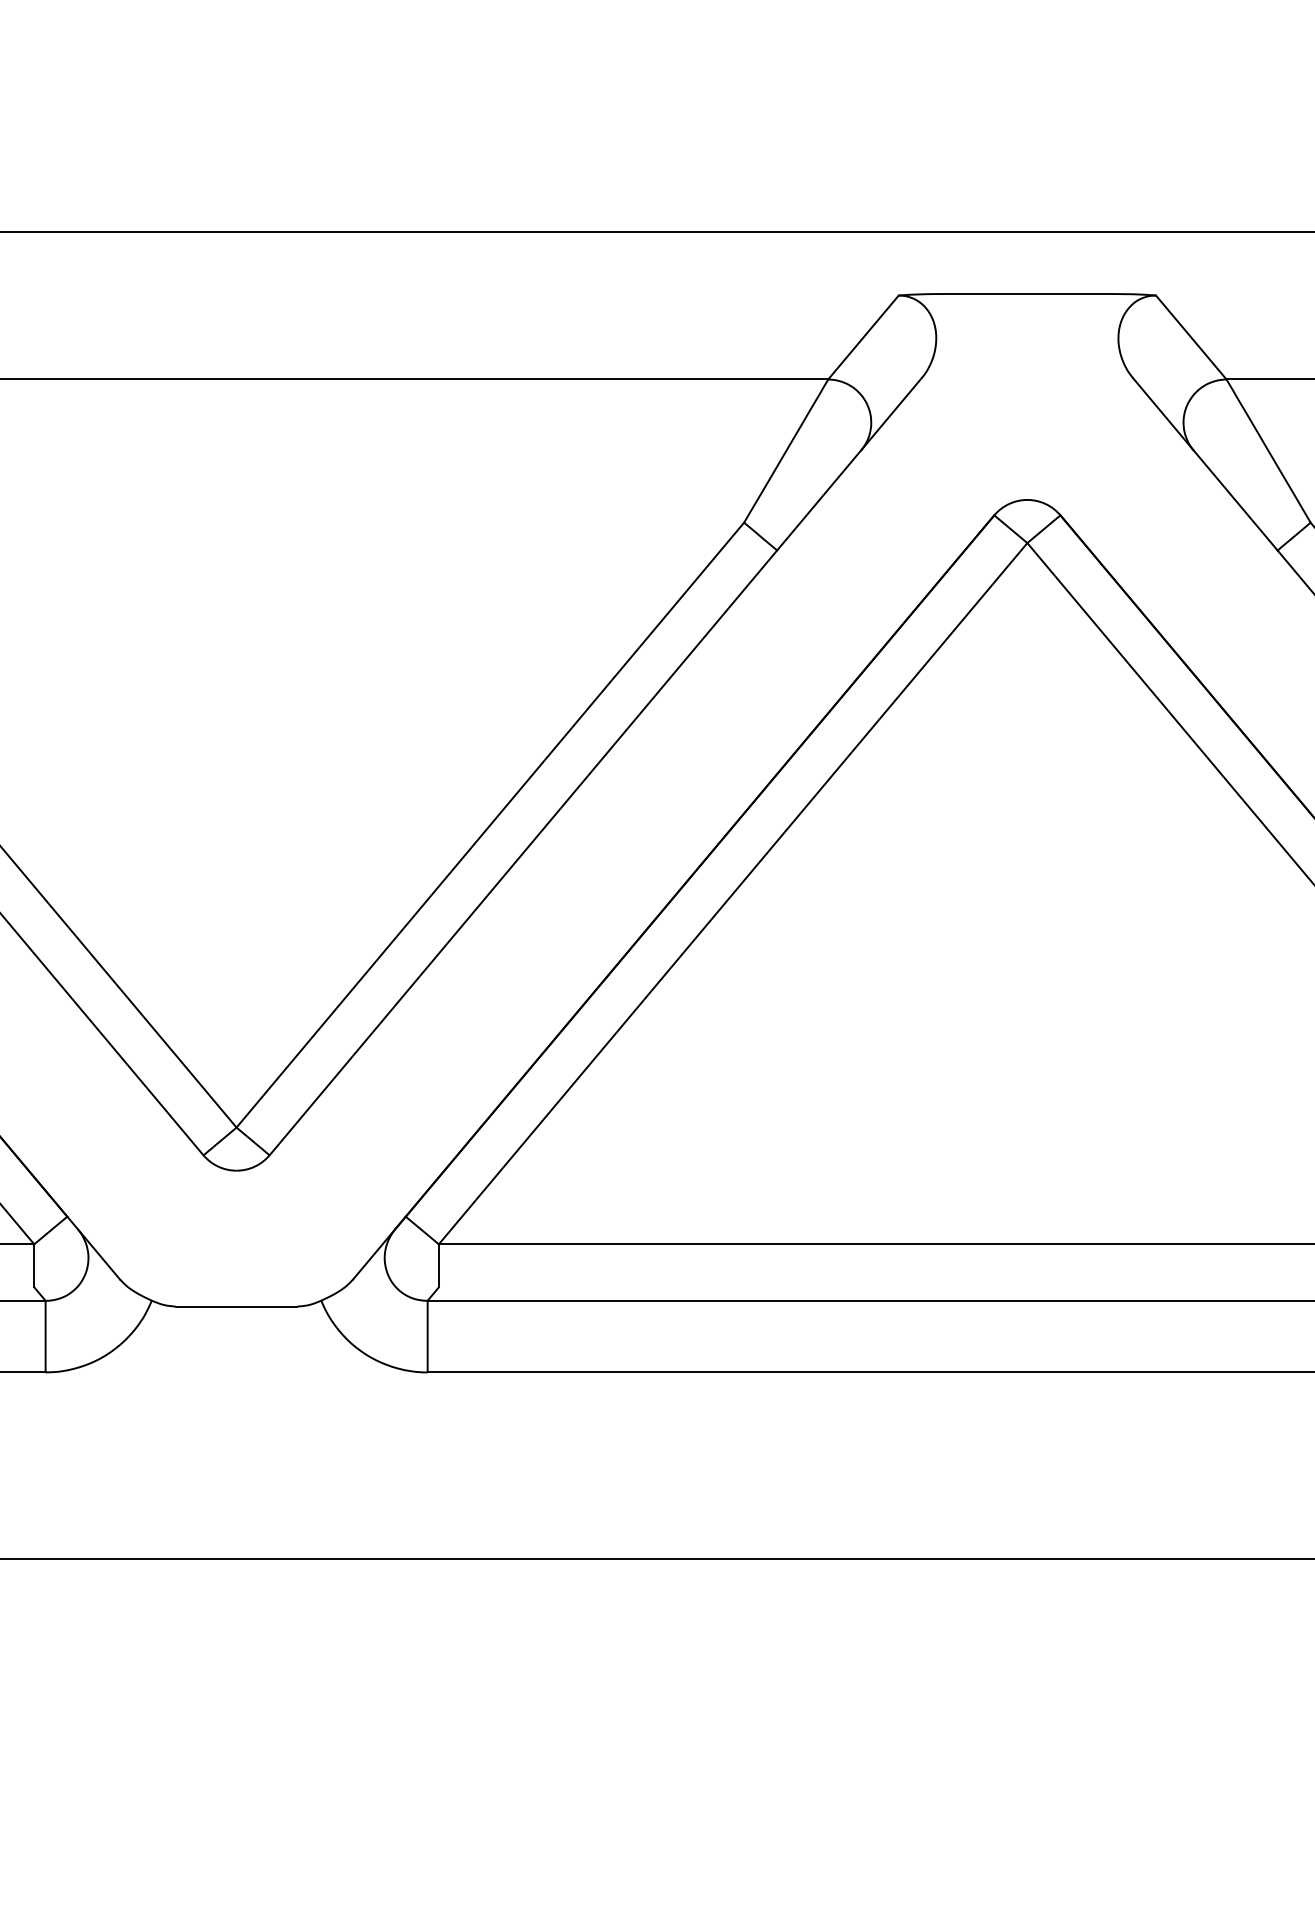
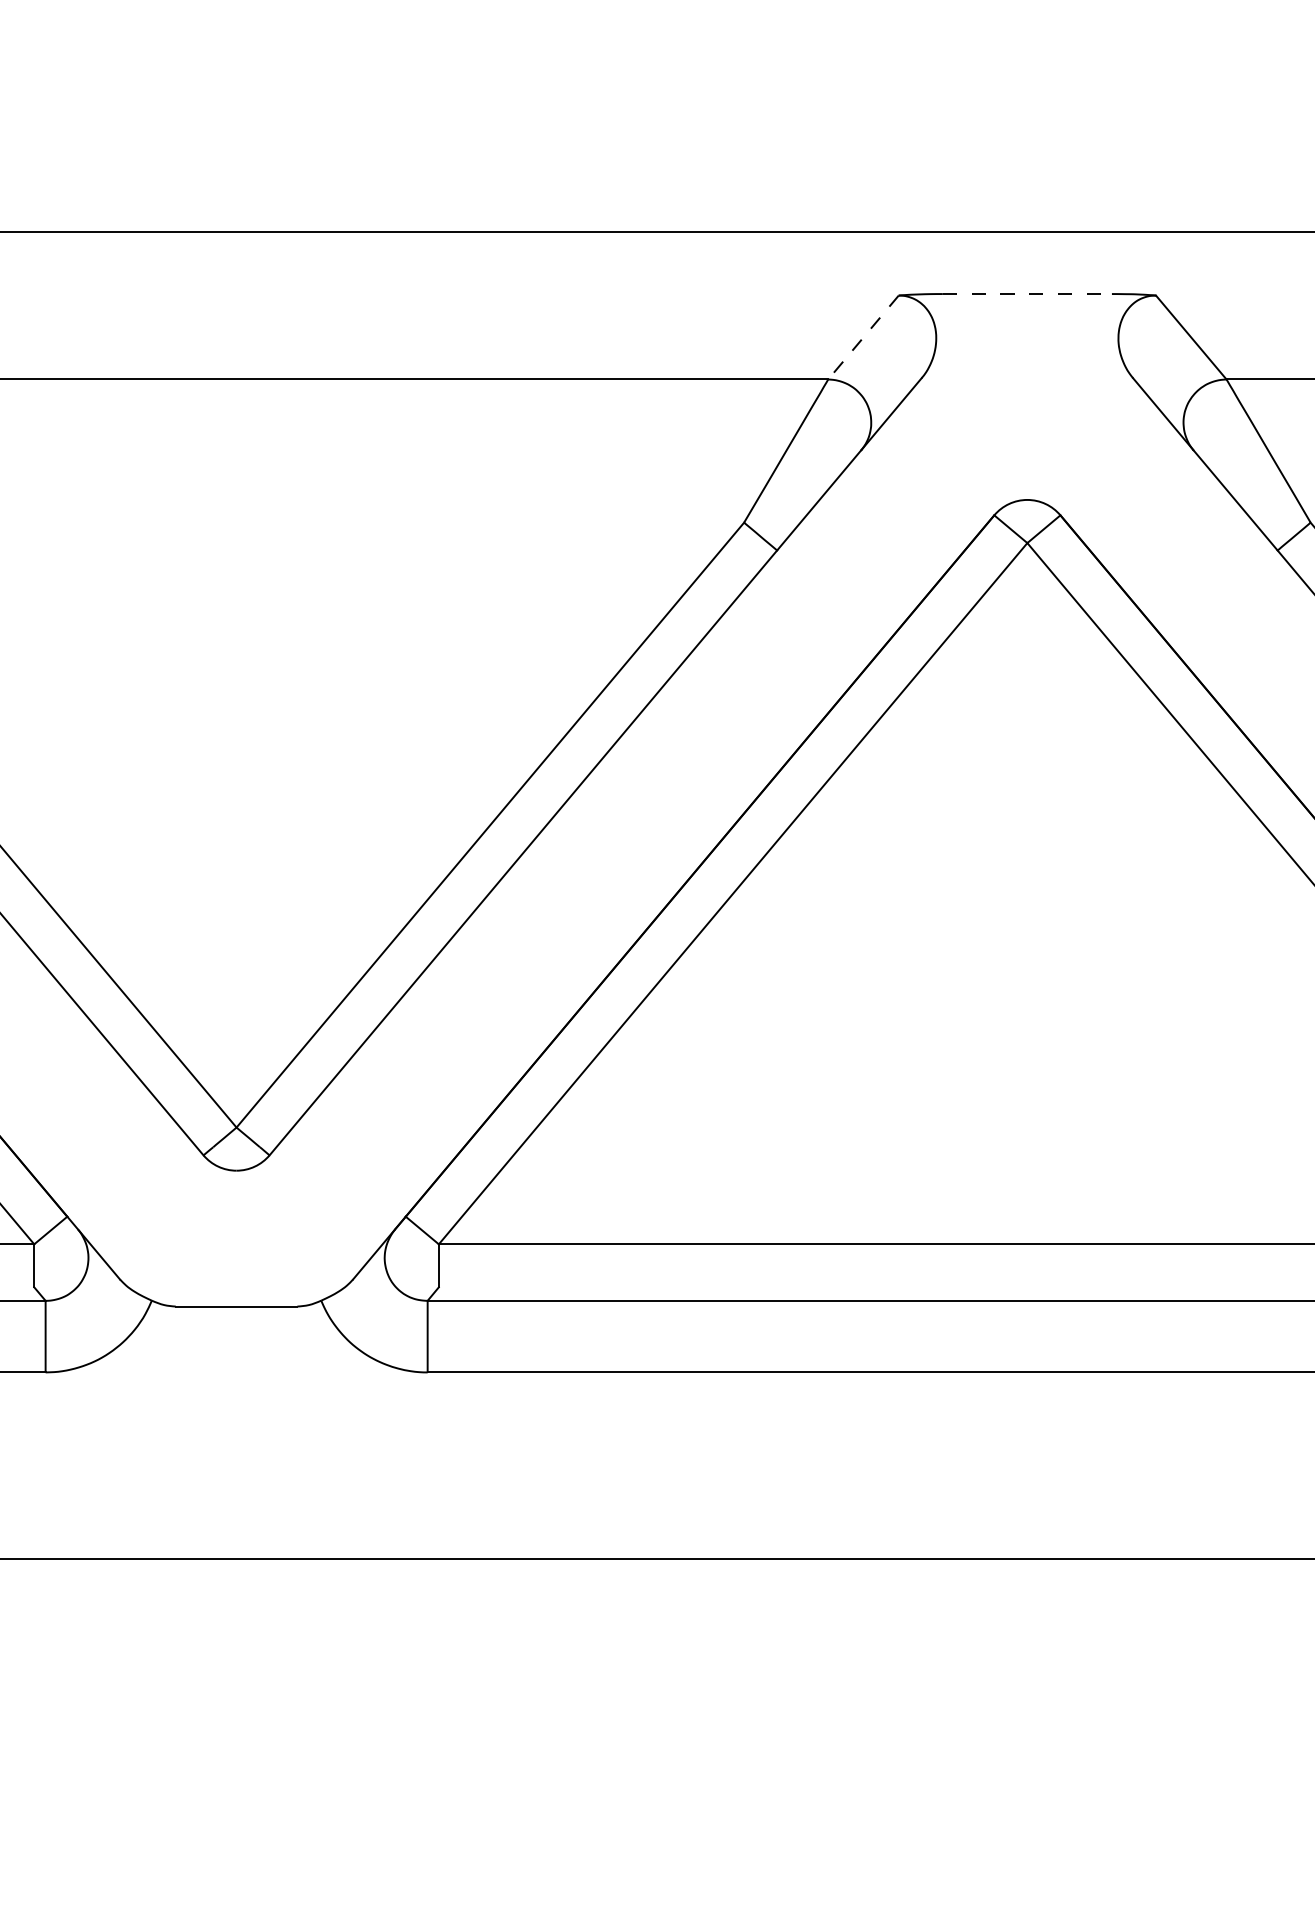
line at (1027, 294): solid -> dashed
line at (863, 337): solid -> dashed
